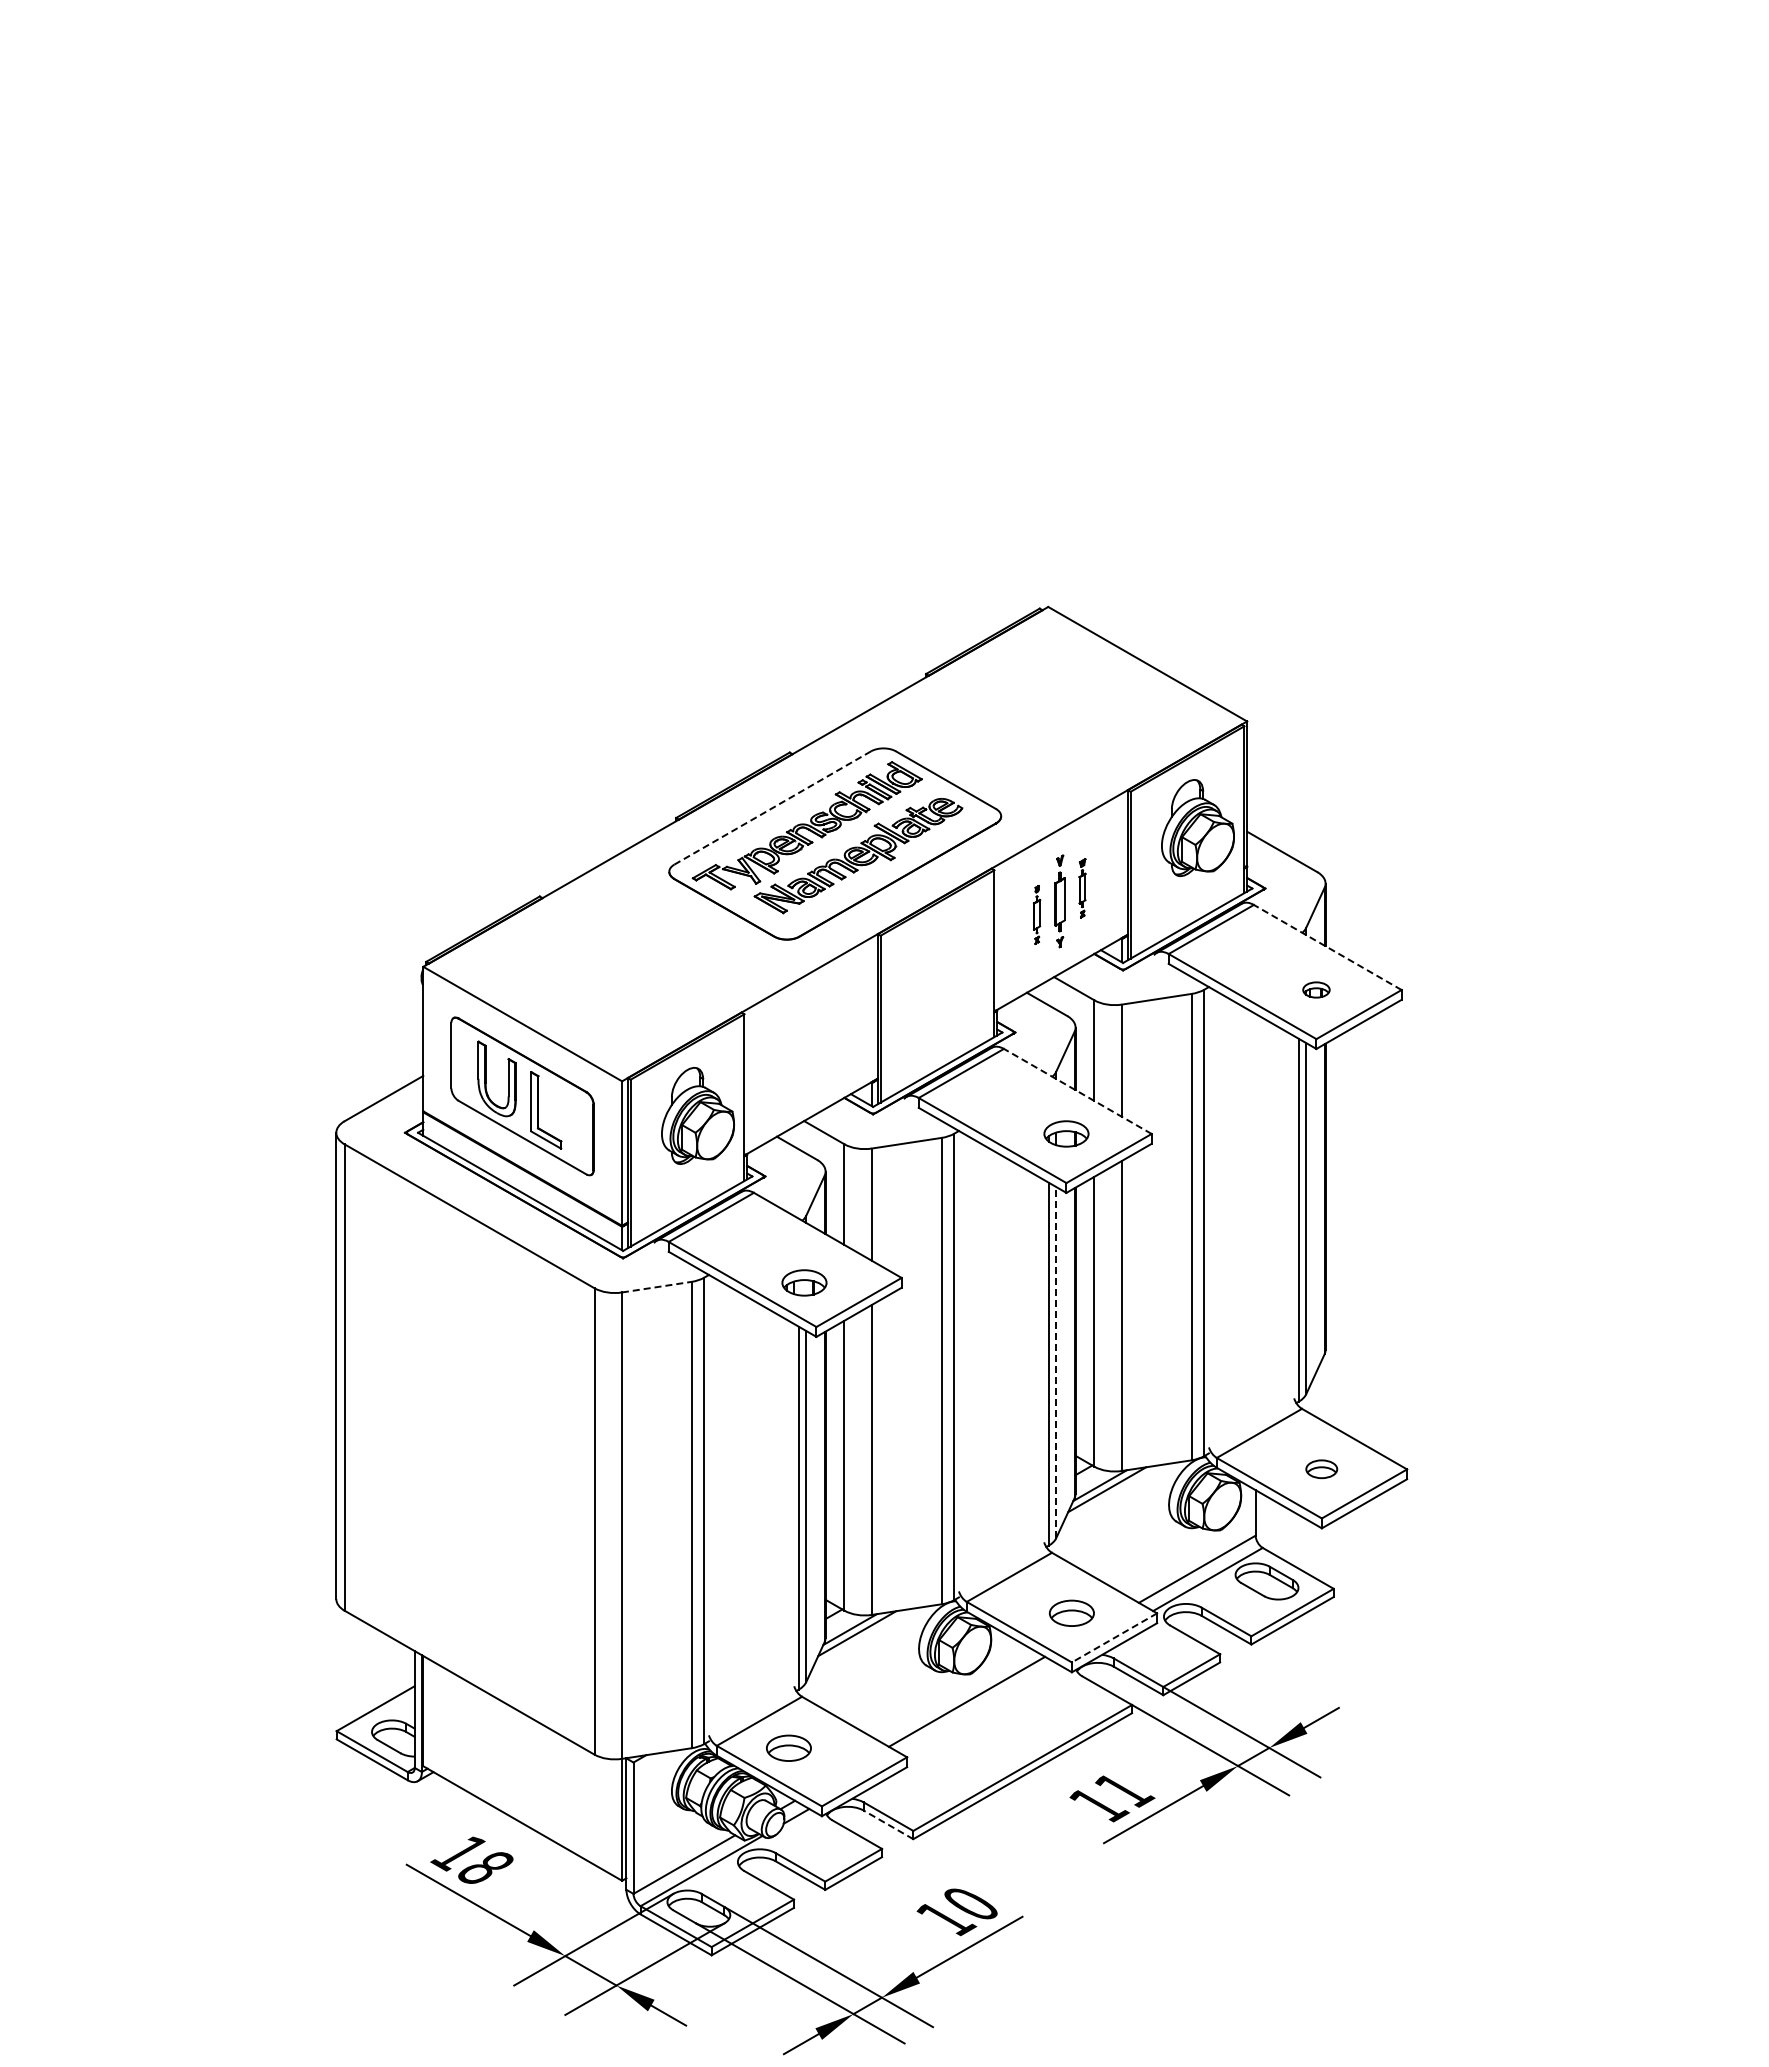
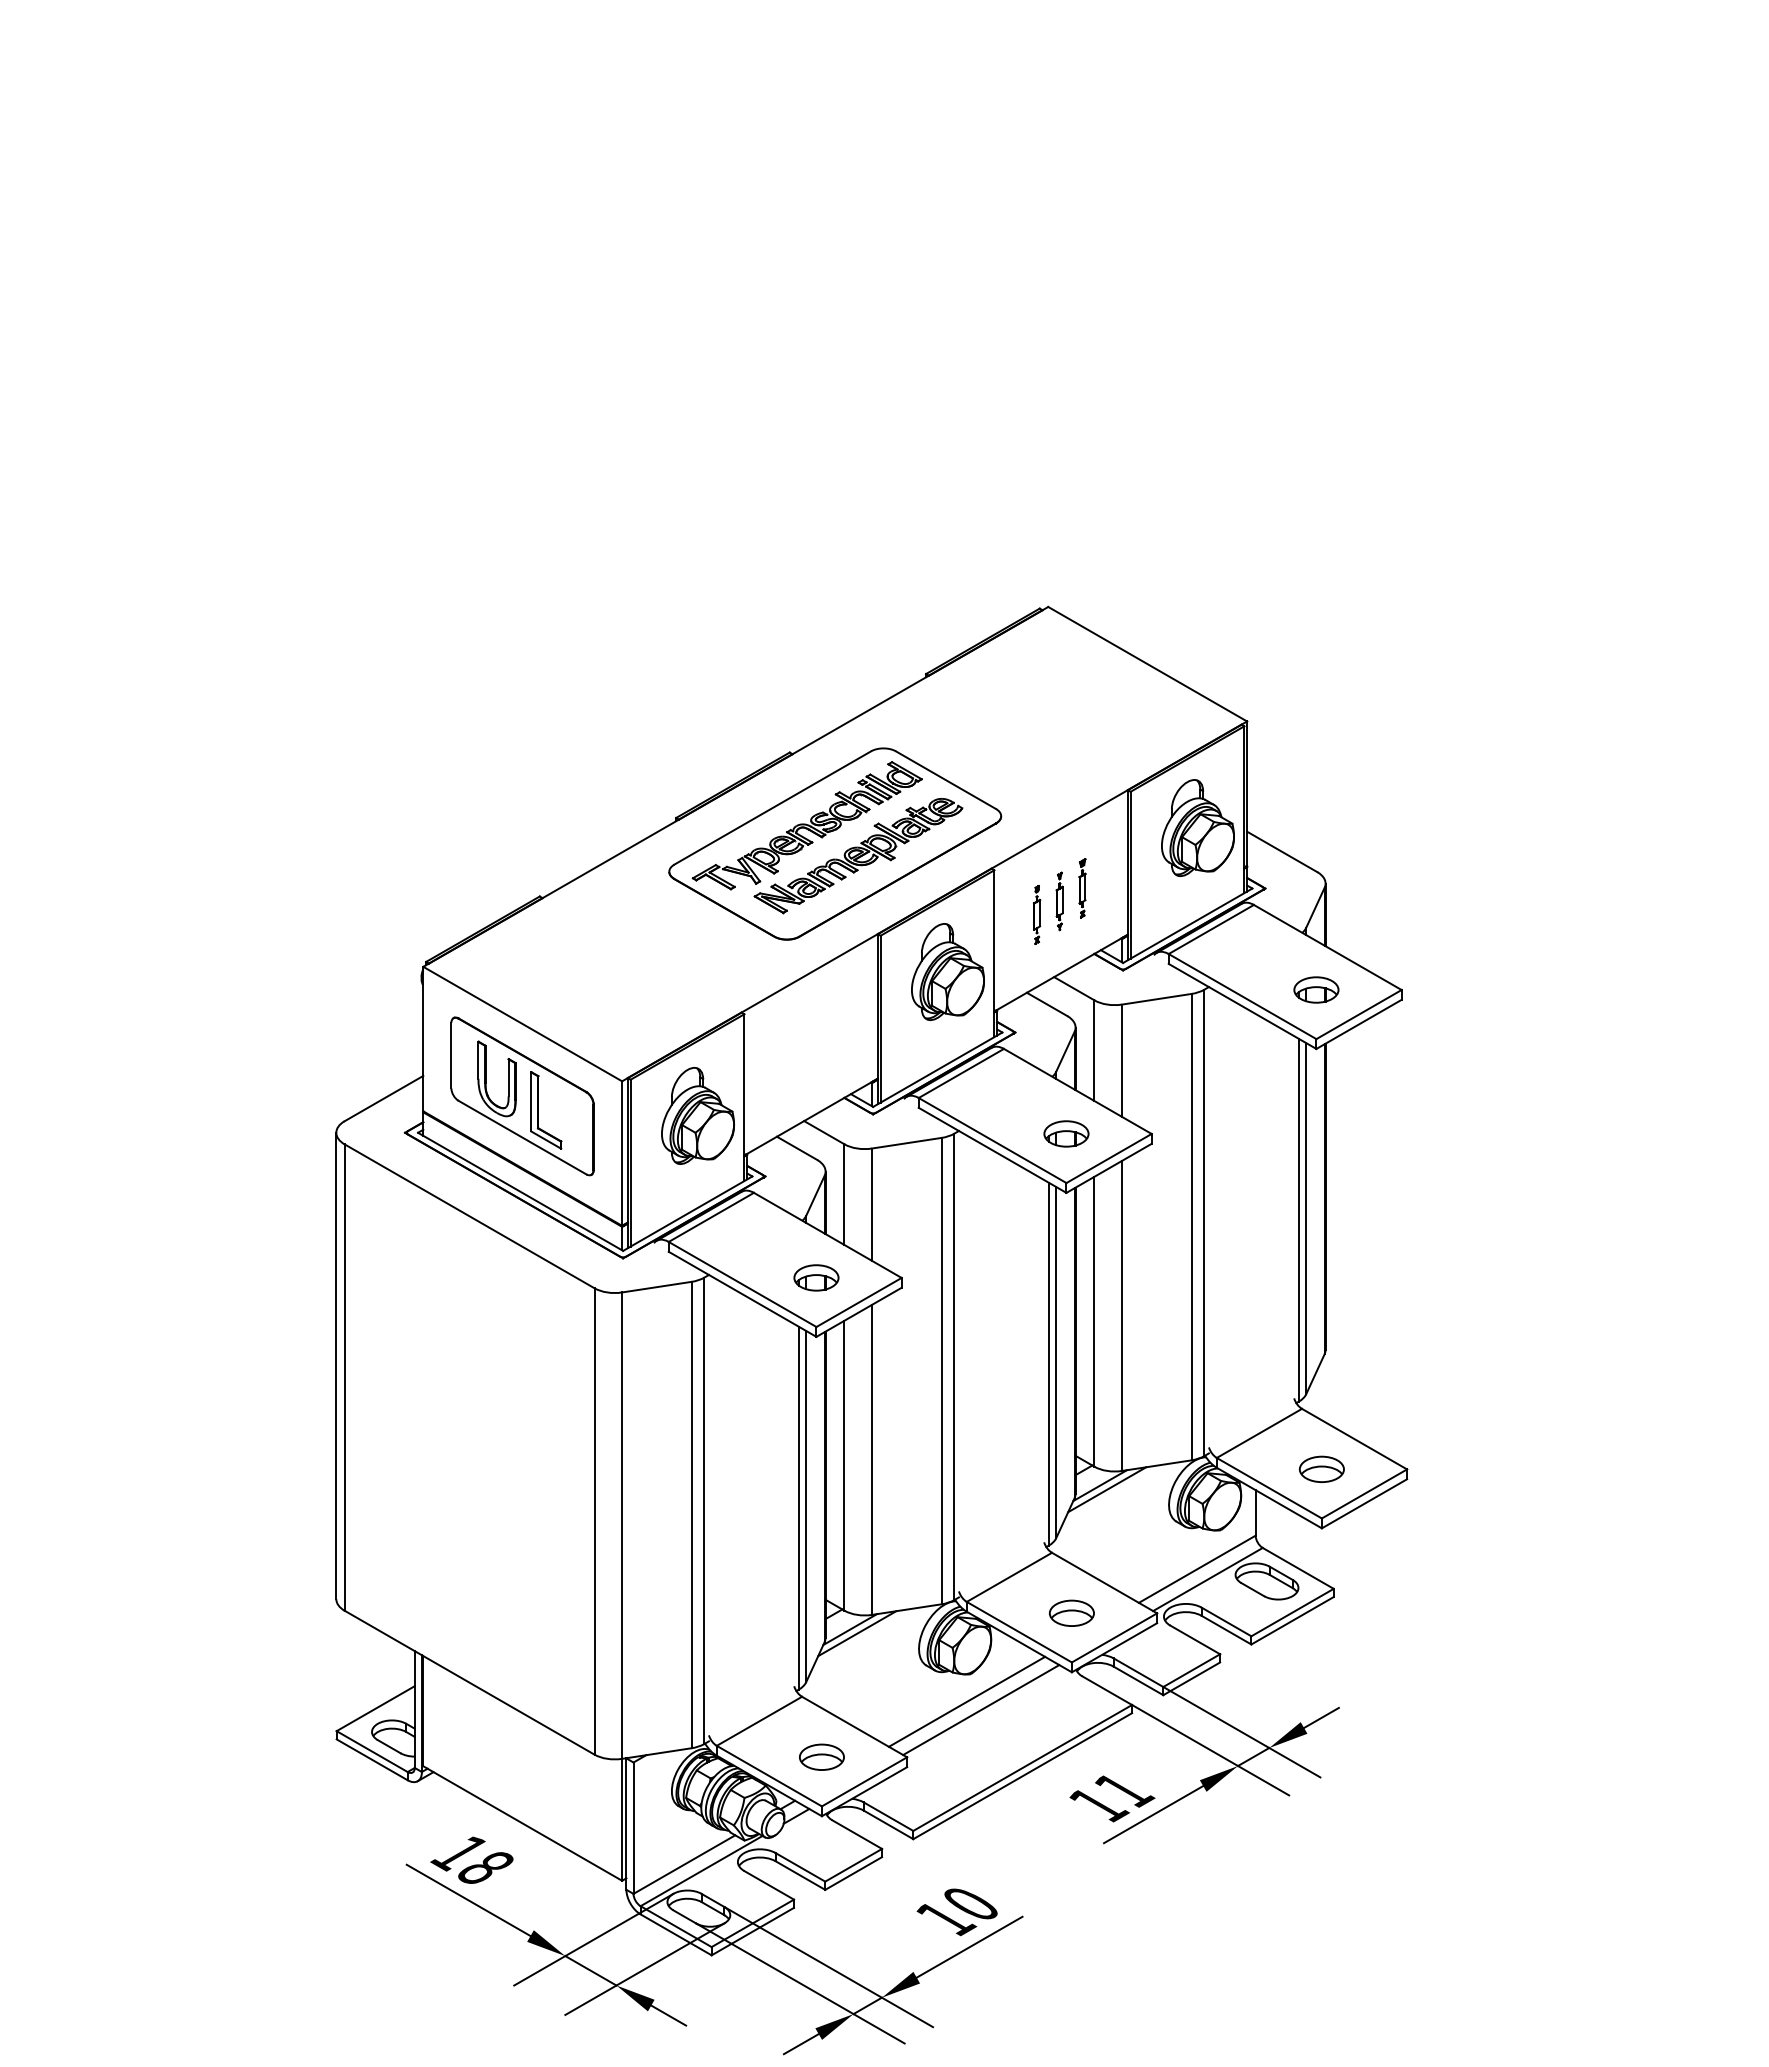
line at (772, 808): dashed -> solid
part at (1059, 901) size: 12x95 px -> 9x61 px
line at (1327, 947): dashed -> solid
part at (947, 972): none -> present
part at (1316, 989) size: 29x18 px -> 47x28 px
line at (1077, 1091): dashed -> solid
part at (804, 1282) position: (804, 1282) -> (816, 1277)
line at (657, 1287): dashed -> solid
line at (1056, 1362): dashed -> solid
part at (1321, 1469) size: 34x21 px -> 47x28 px
line at (1114, 1638): dashed -> solid
line at (981, 1710): none -> present
part at (788, 1747) position: (788, 1747) -> (821, 1756)
line at (888, 1824): dashed -> solid
